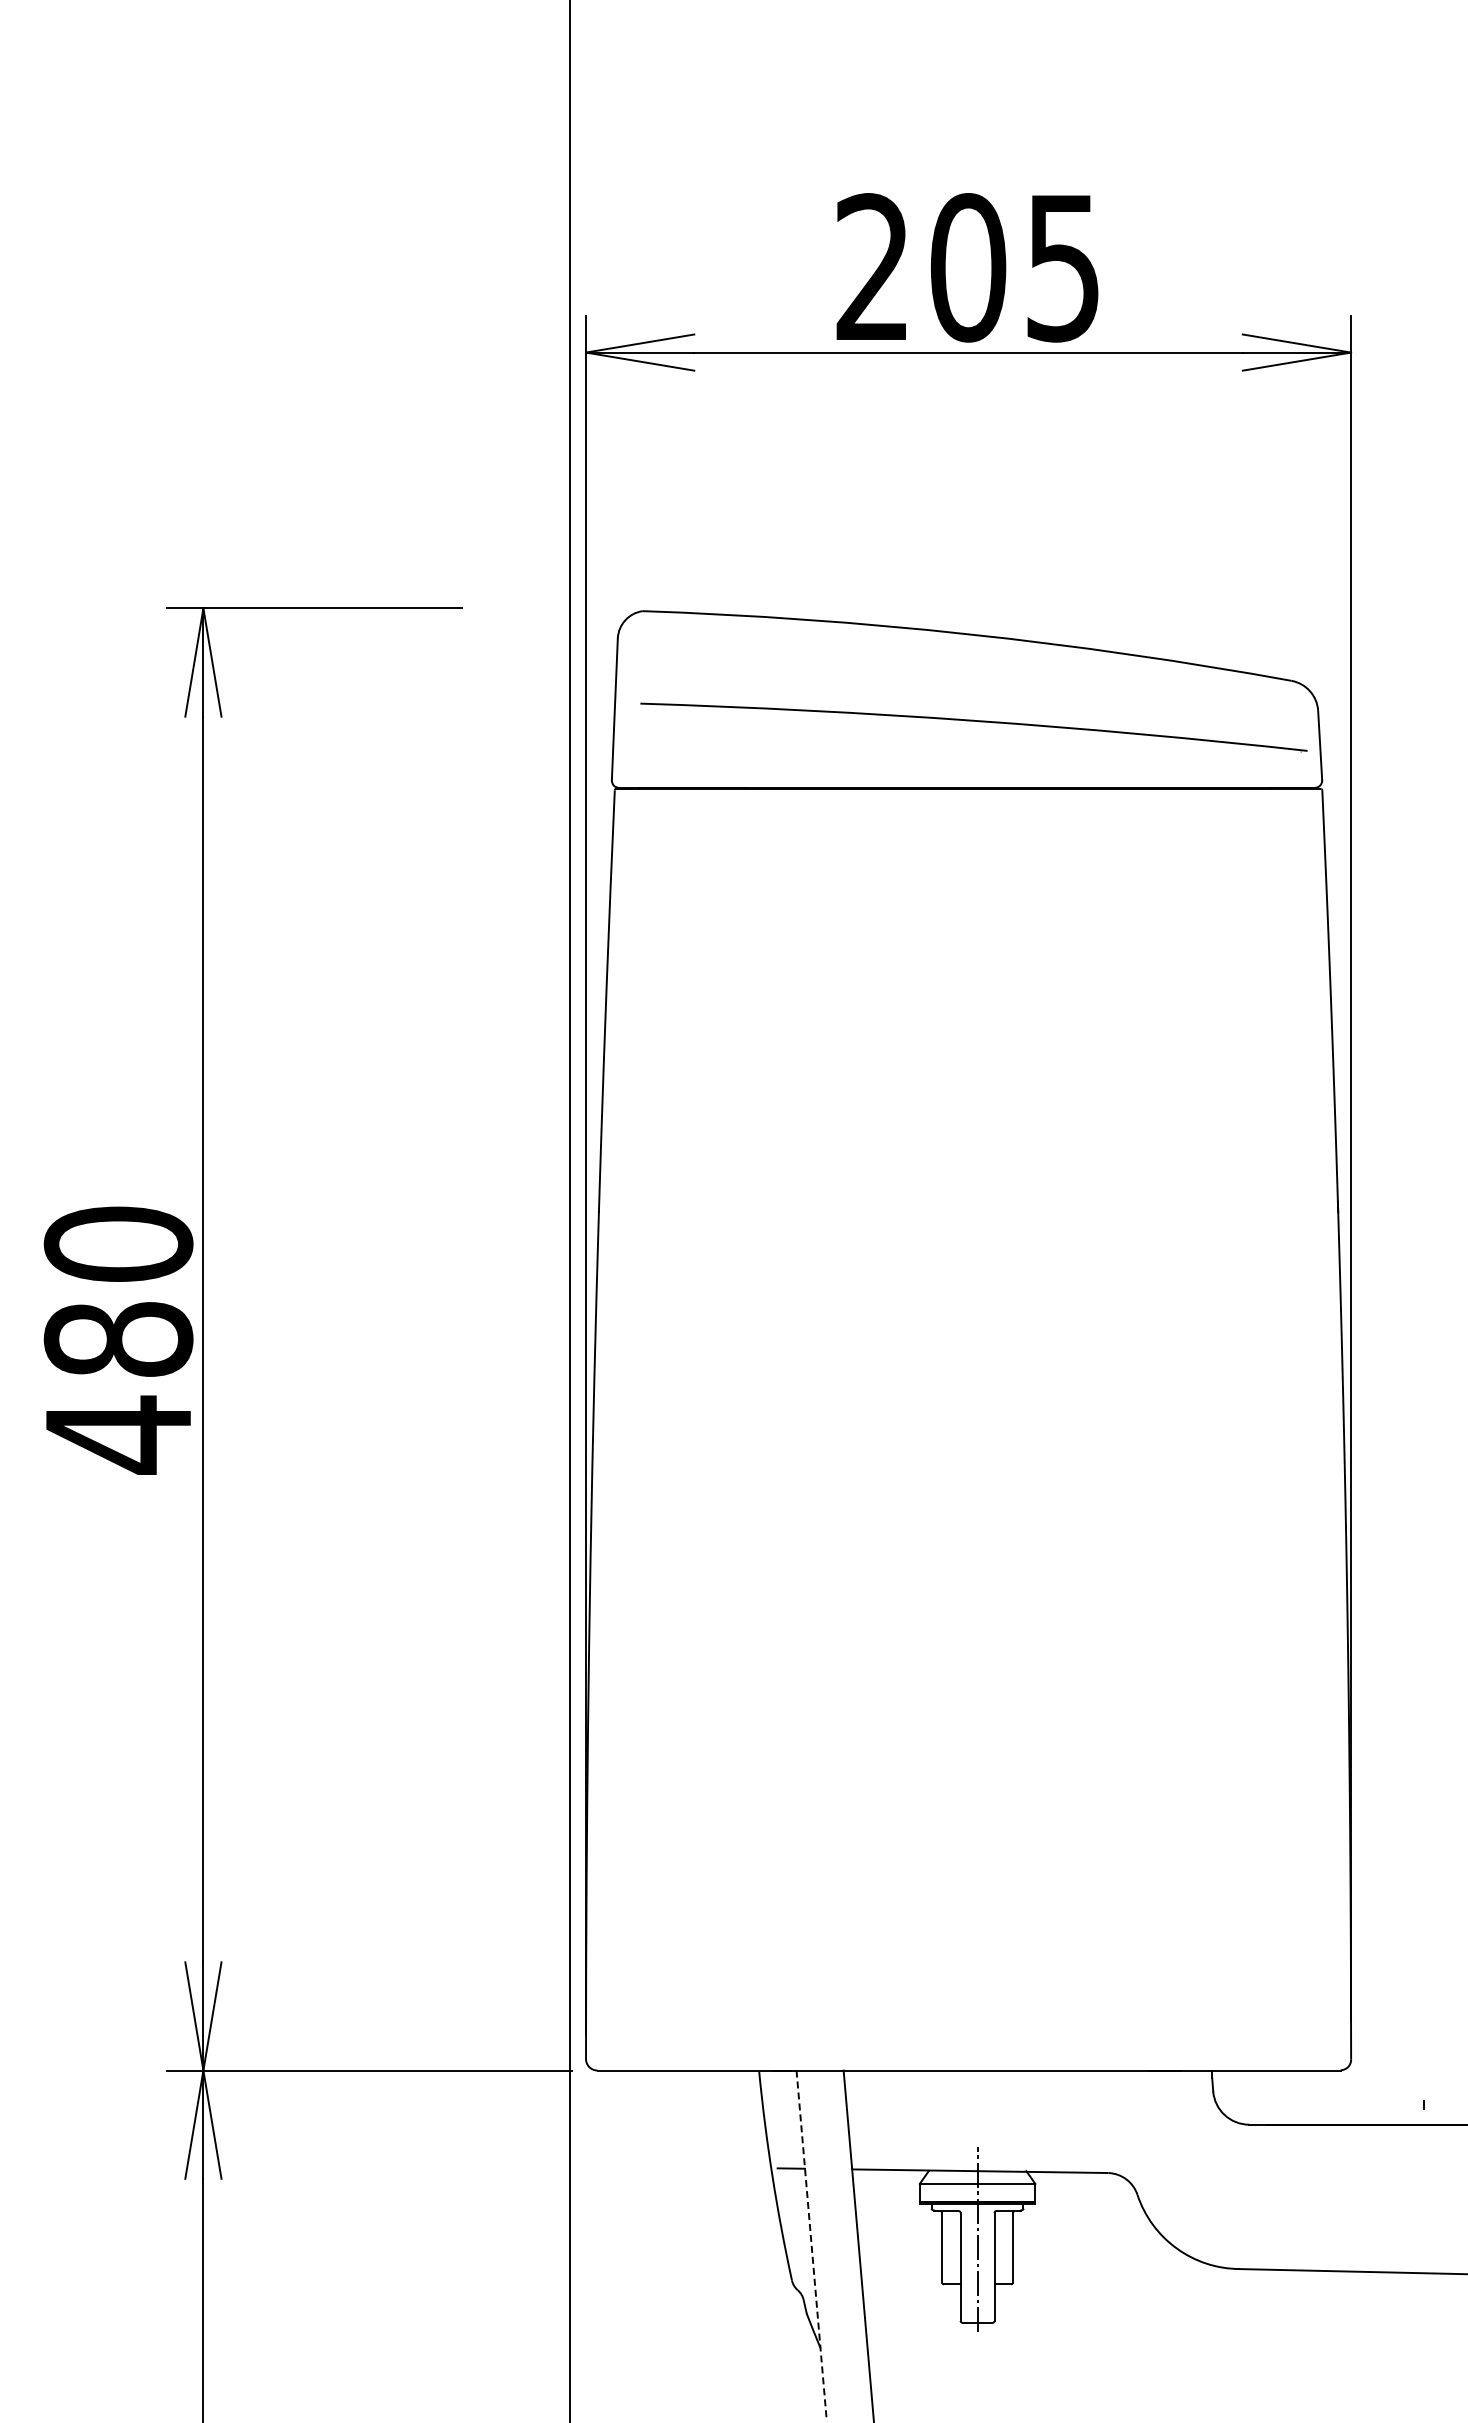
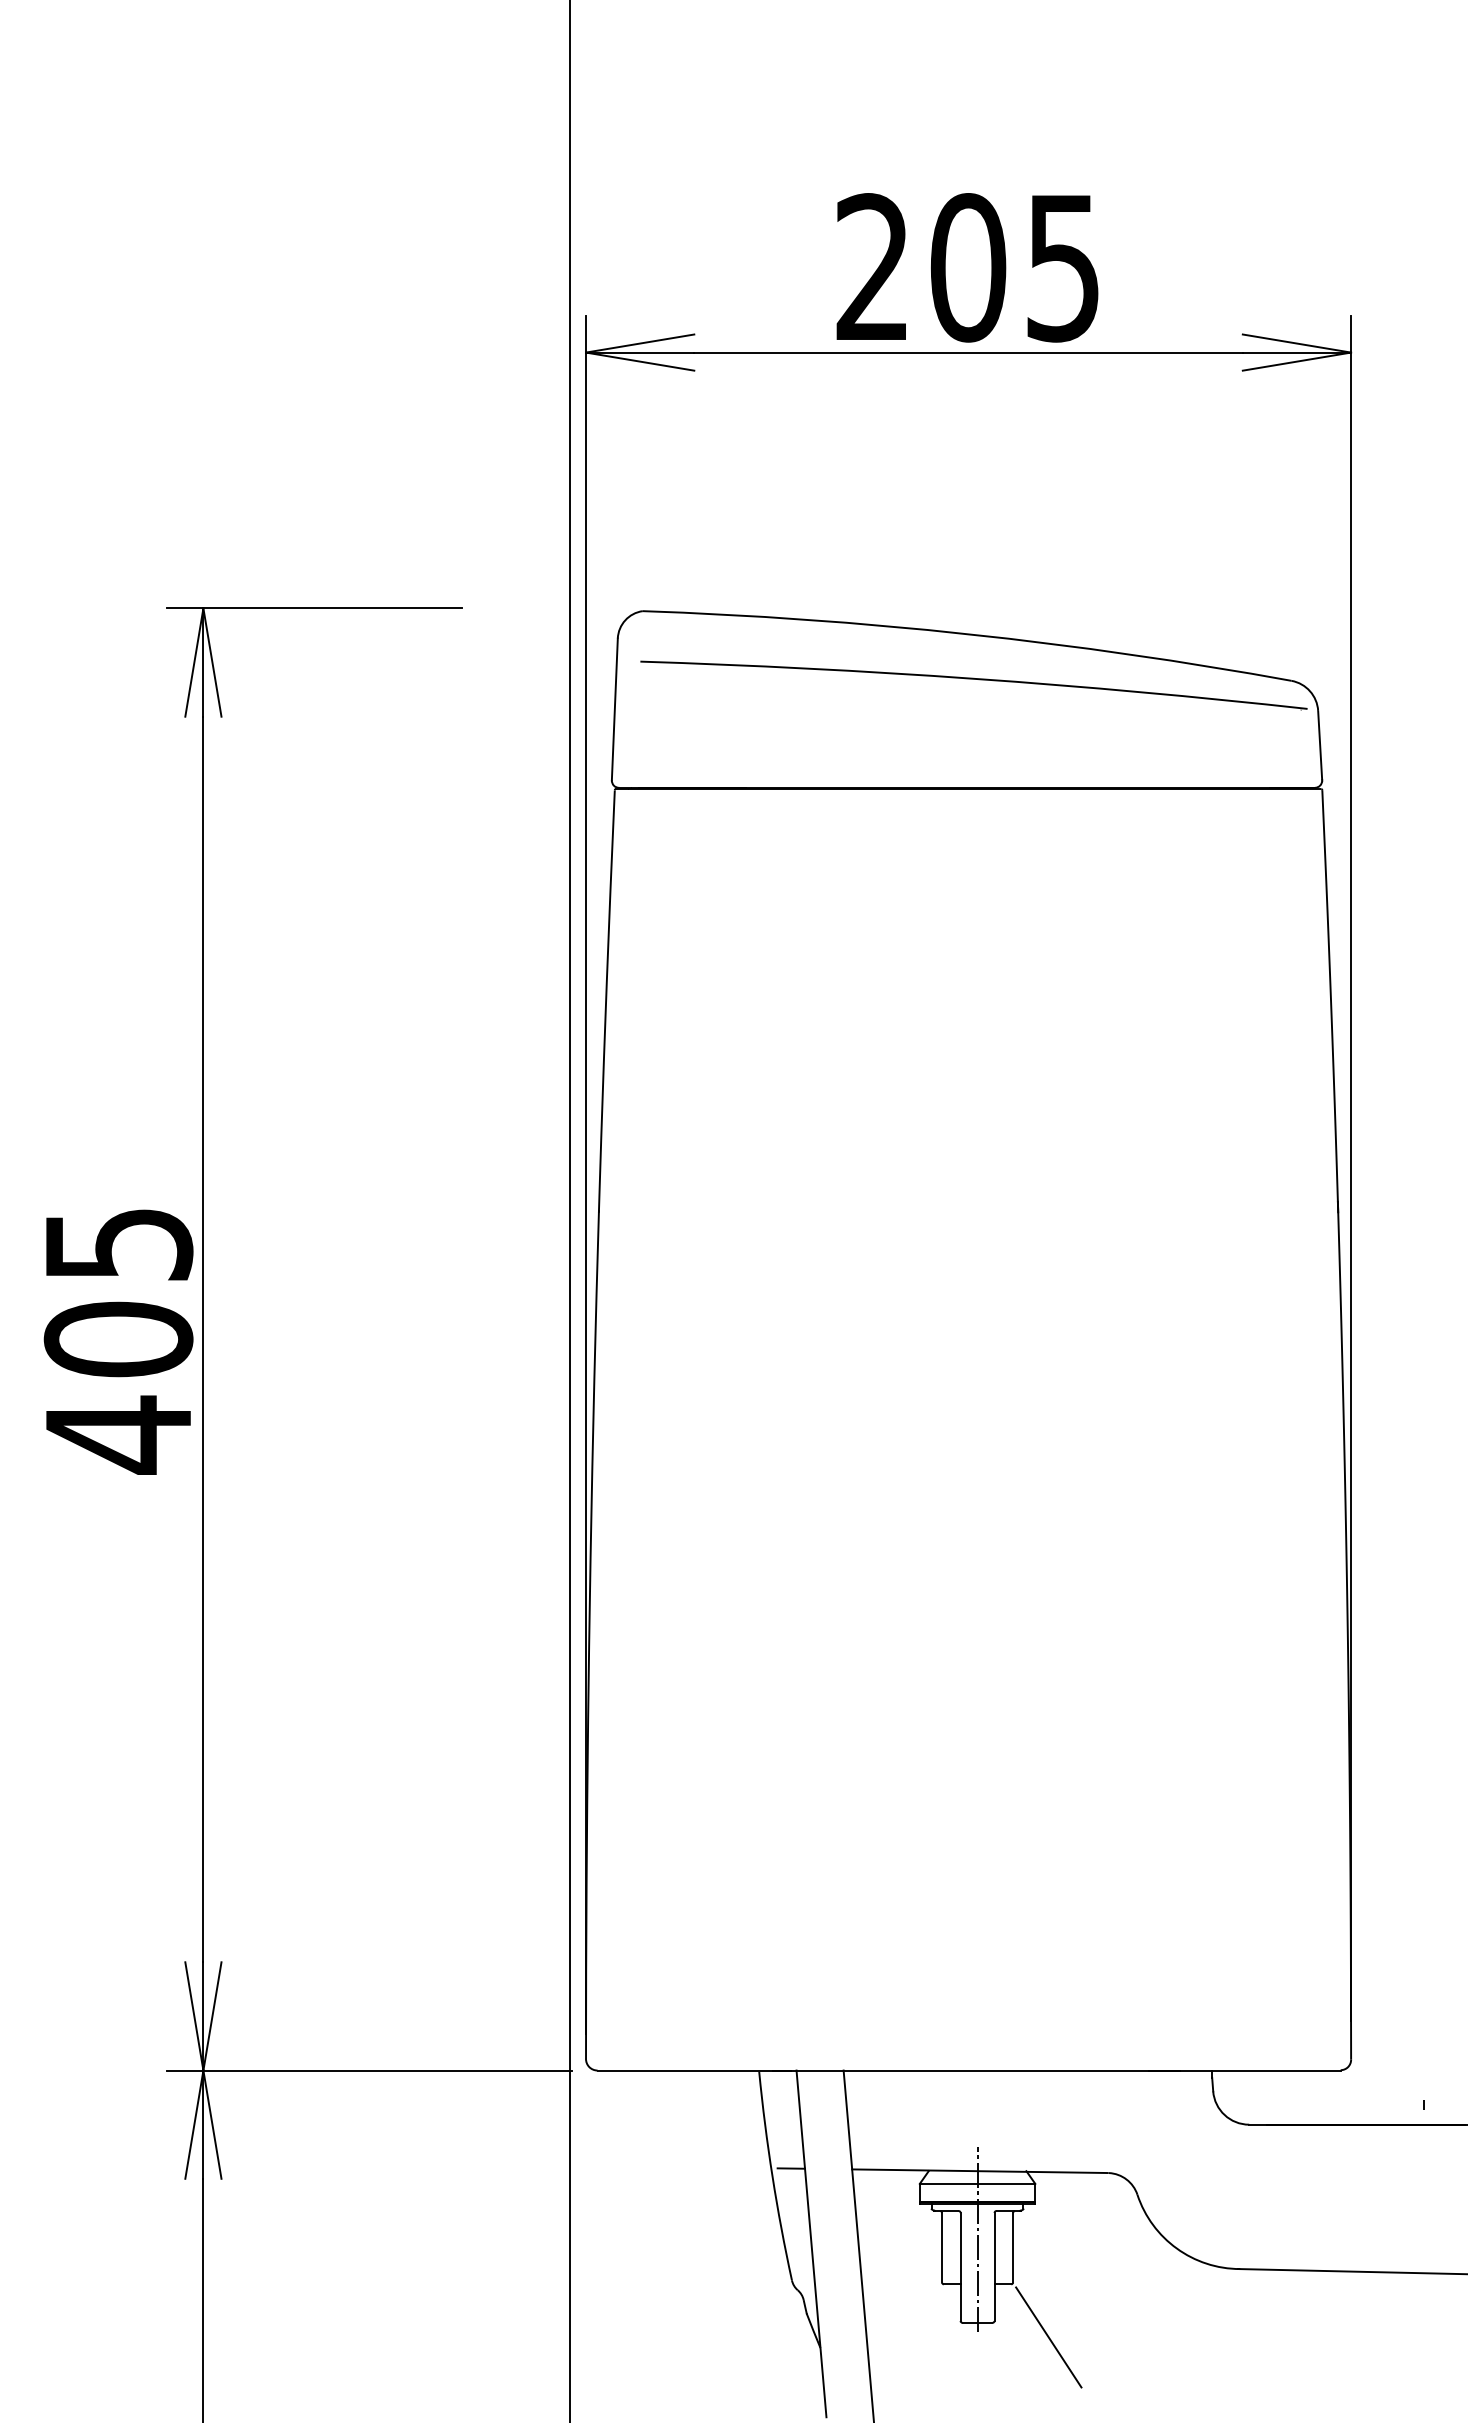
part at (973, 727) position: (973, 727) -> (973, 685)
text at (118, 1291): 480 -> 405
line at (811, 2244): dashed -> solid
line at (1048, 2337): none -> present
